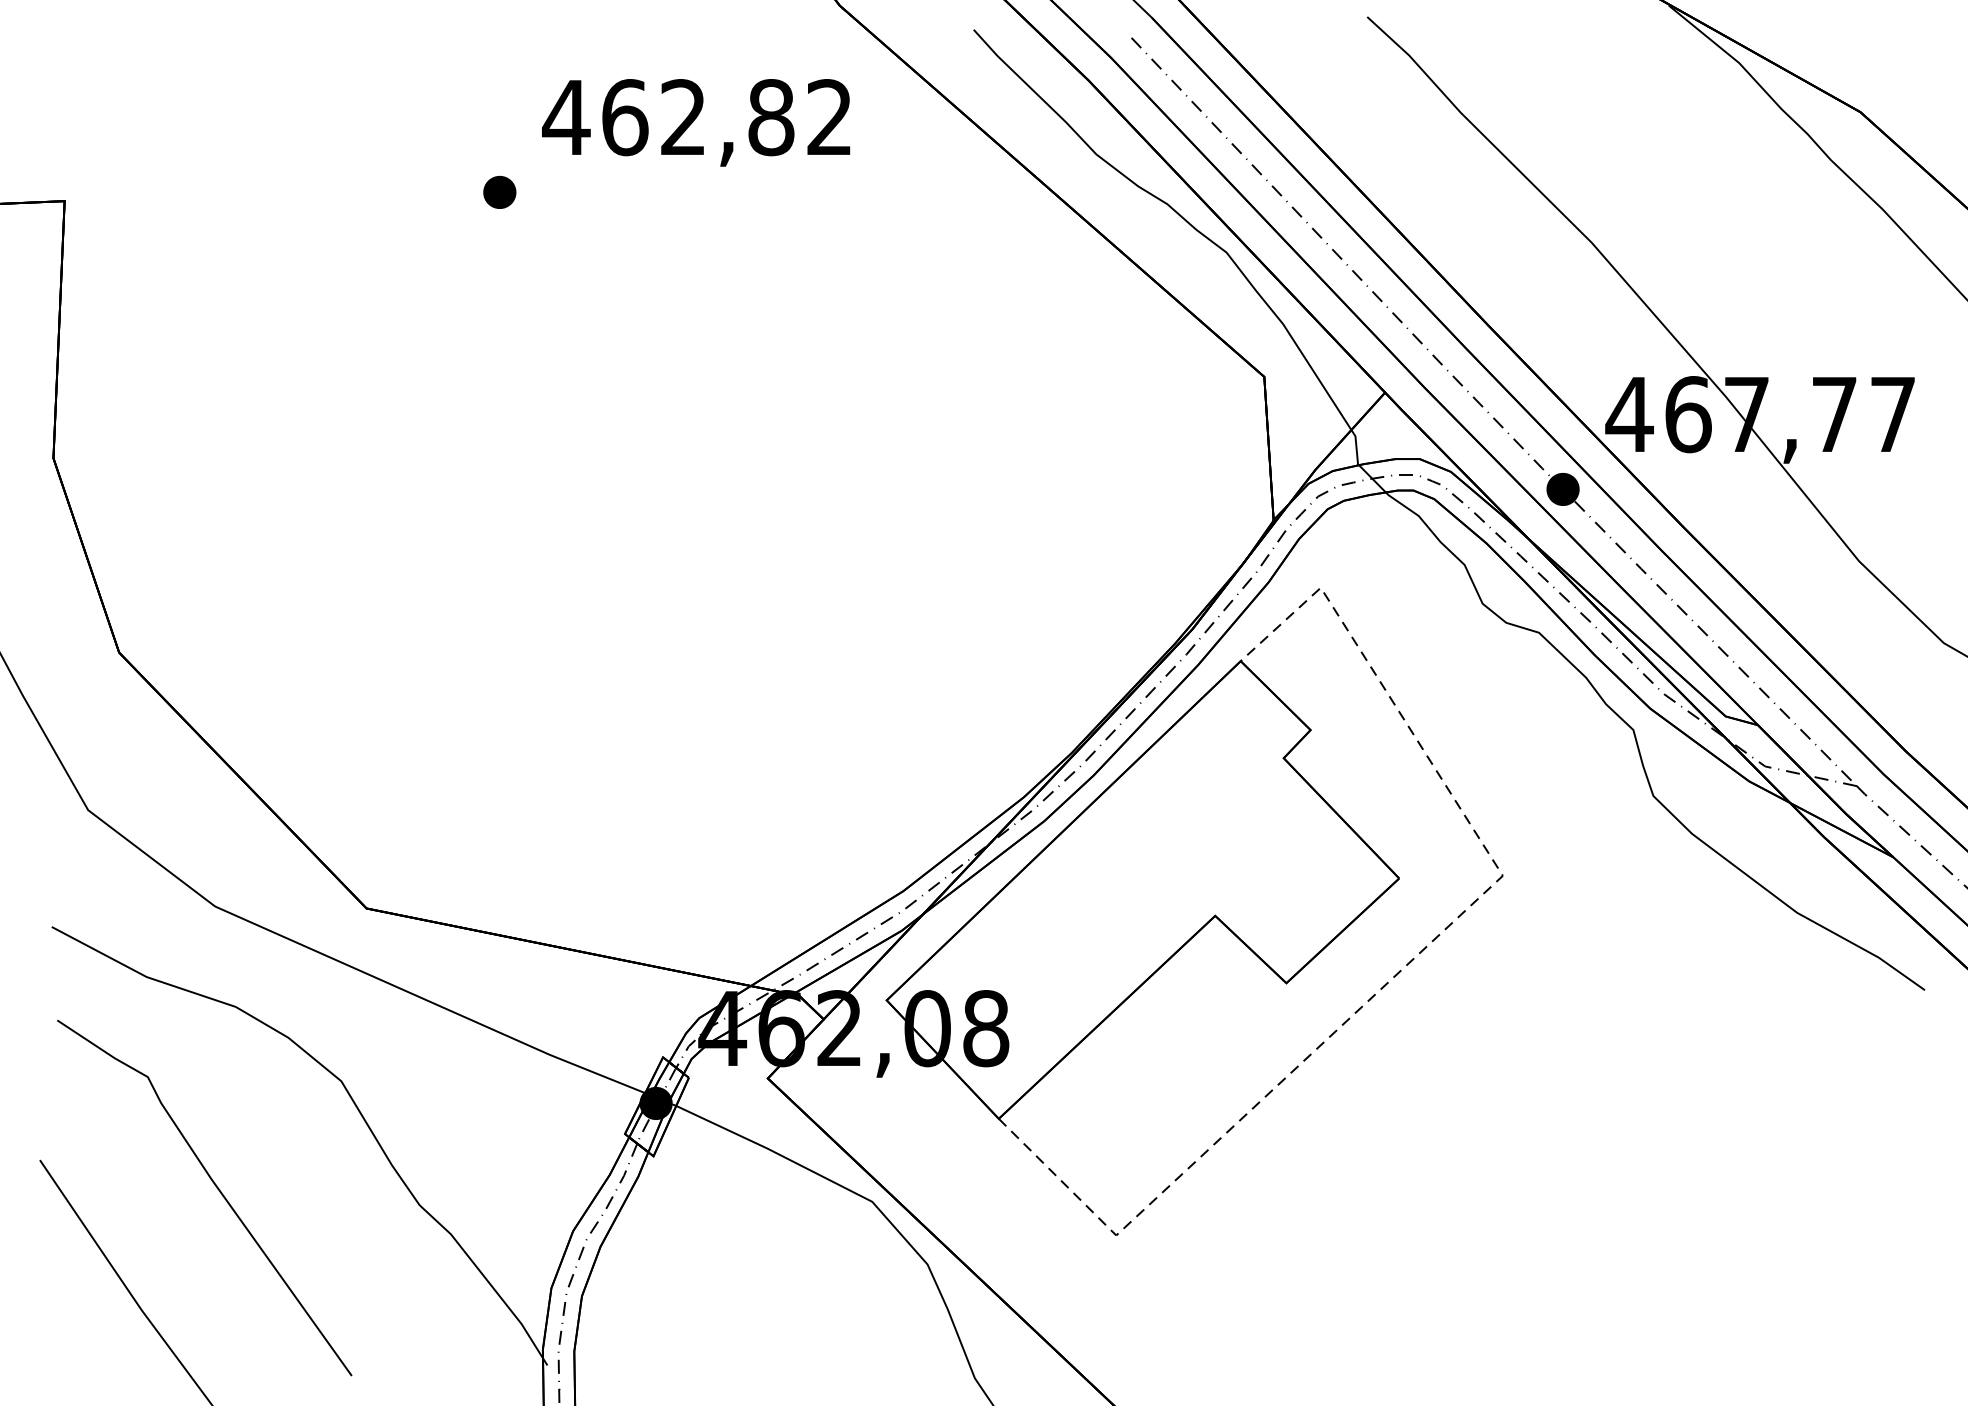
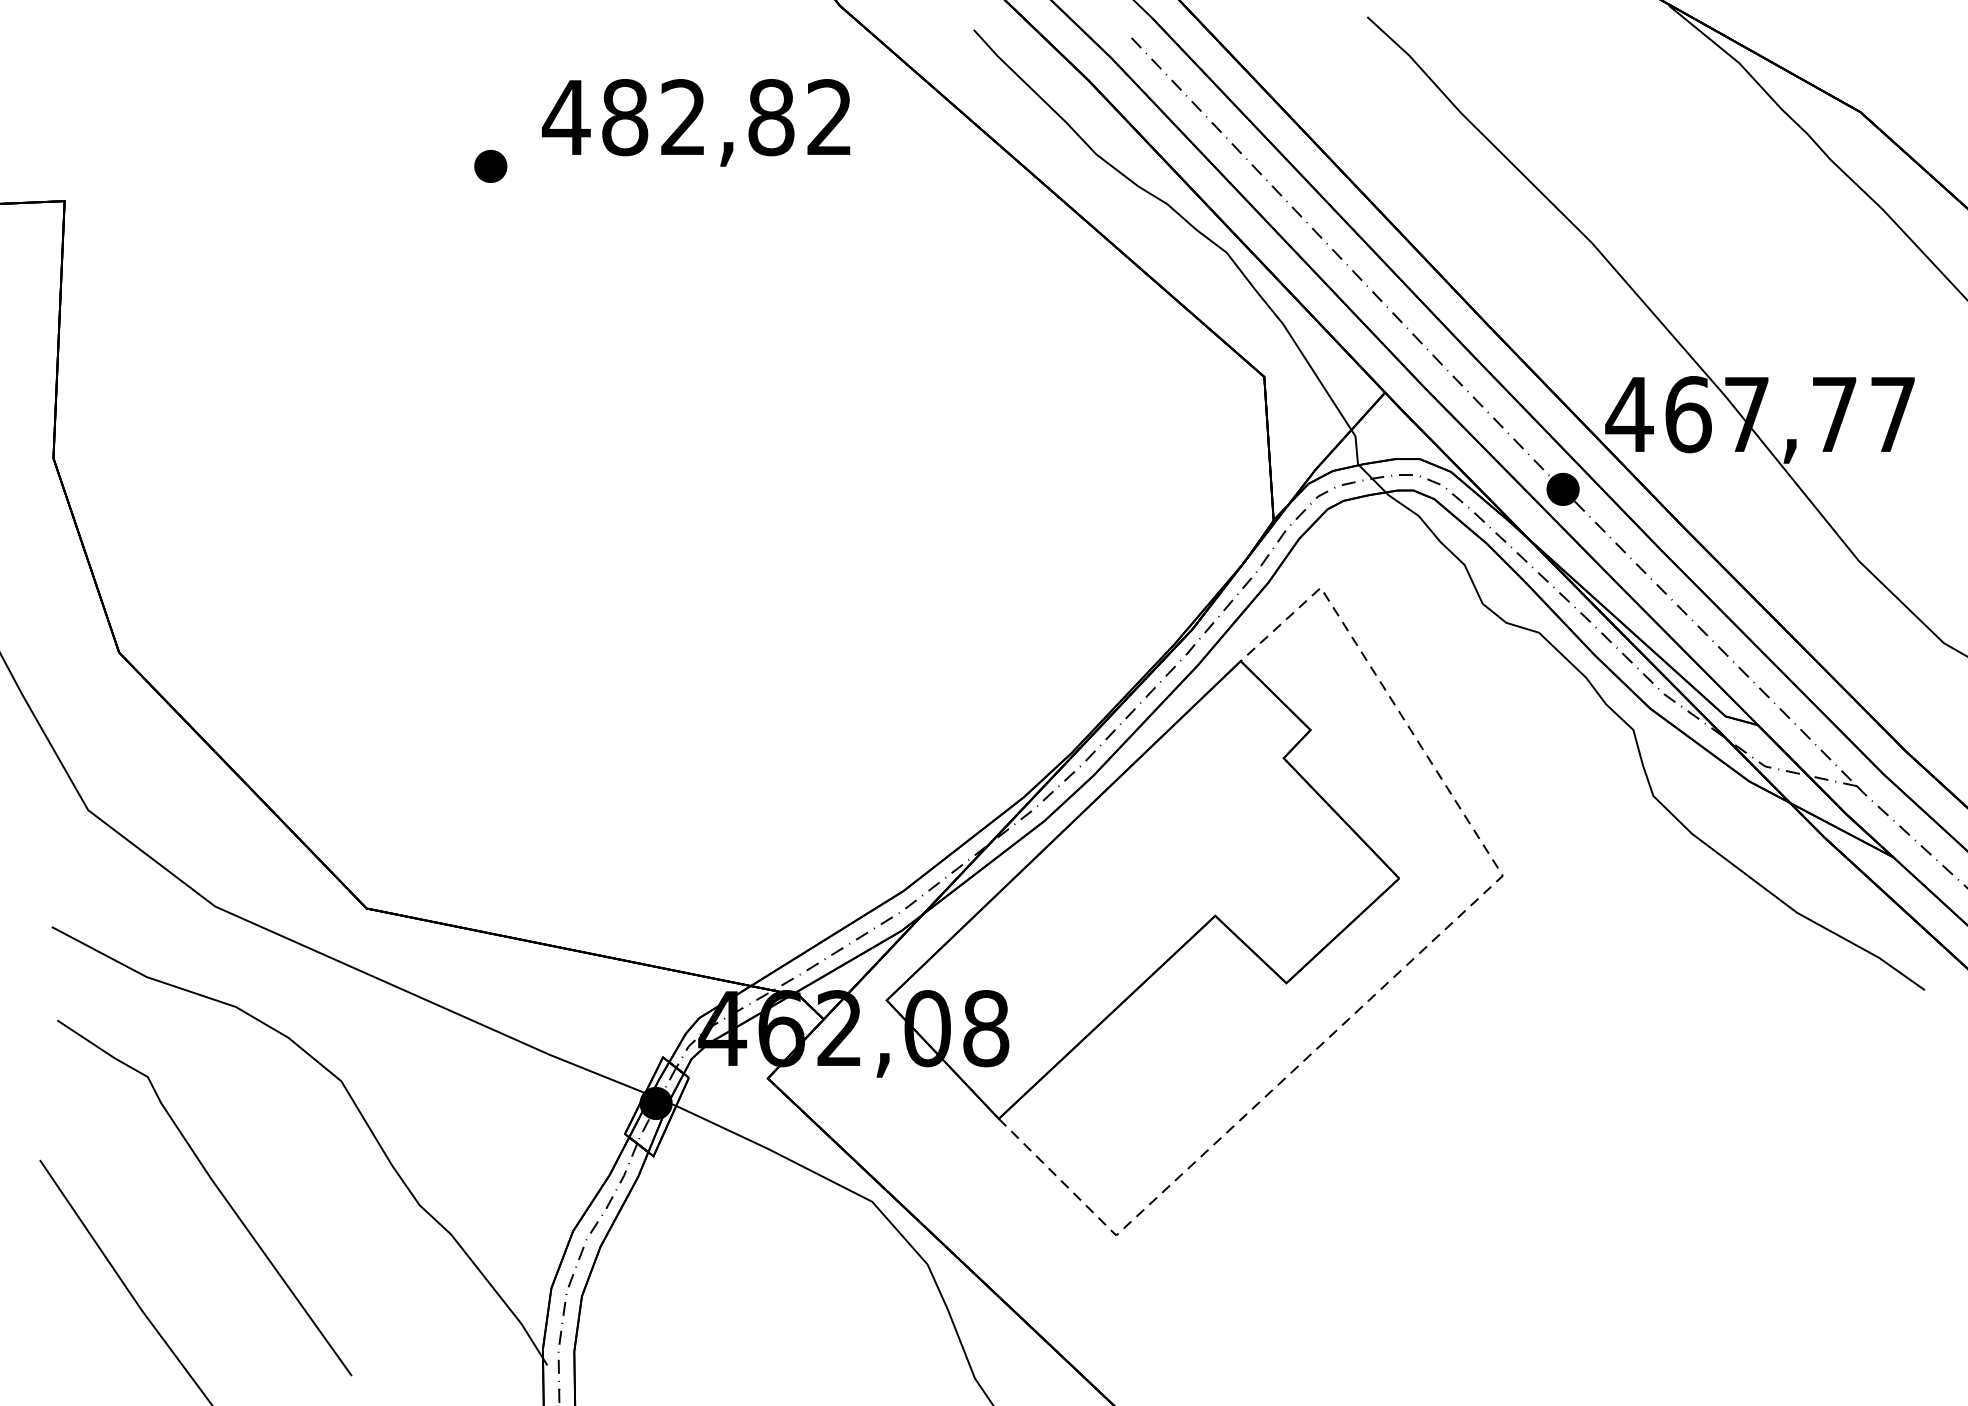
text at (625, 117): 462,82 -> 482,82
part at (499, 192) position: (499, 192) -> (490, 166)
